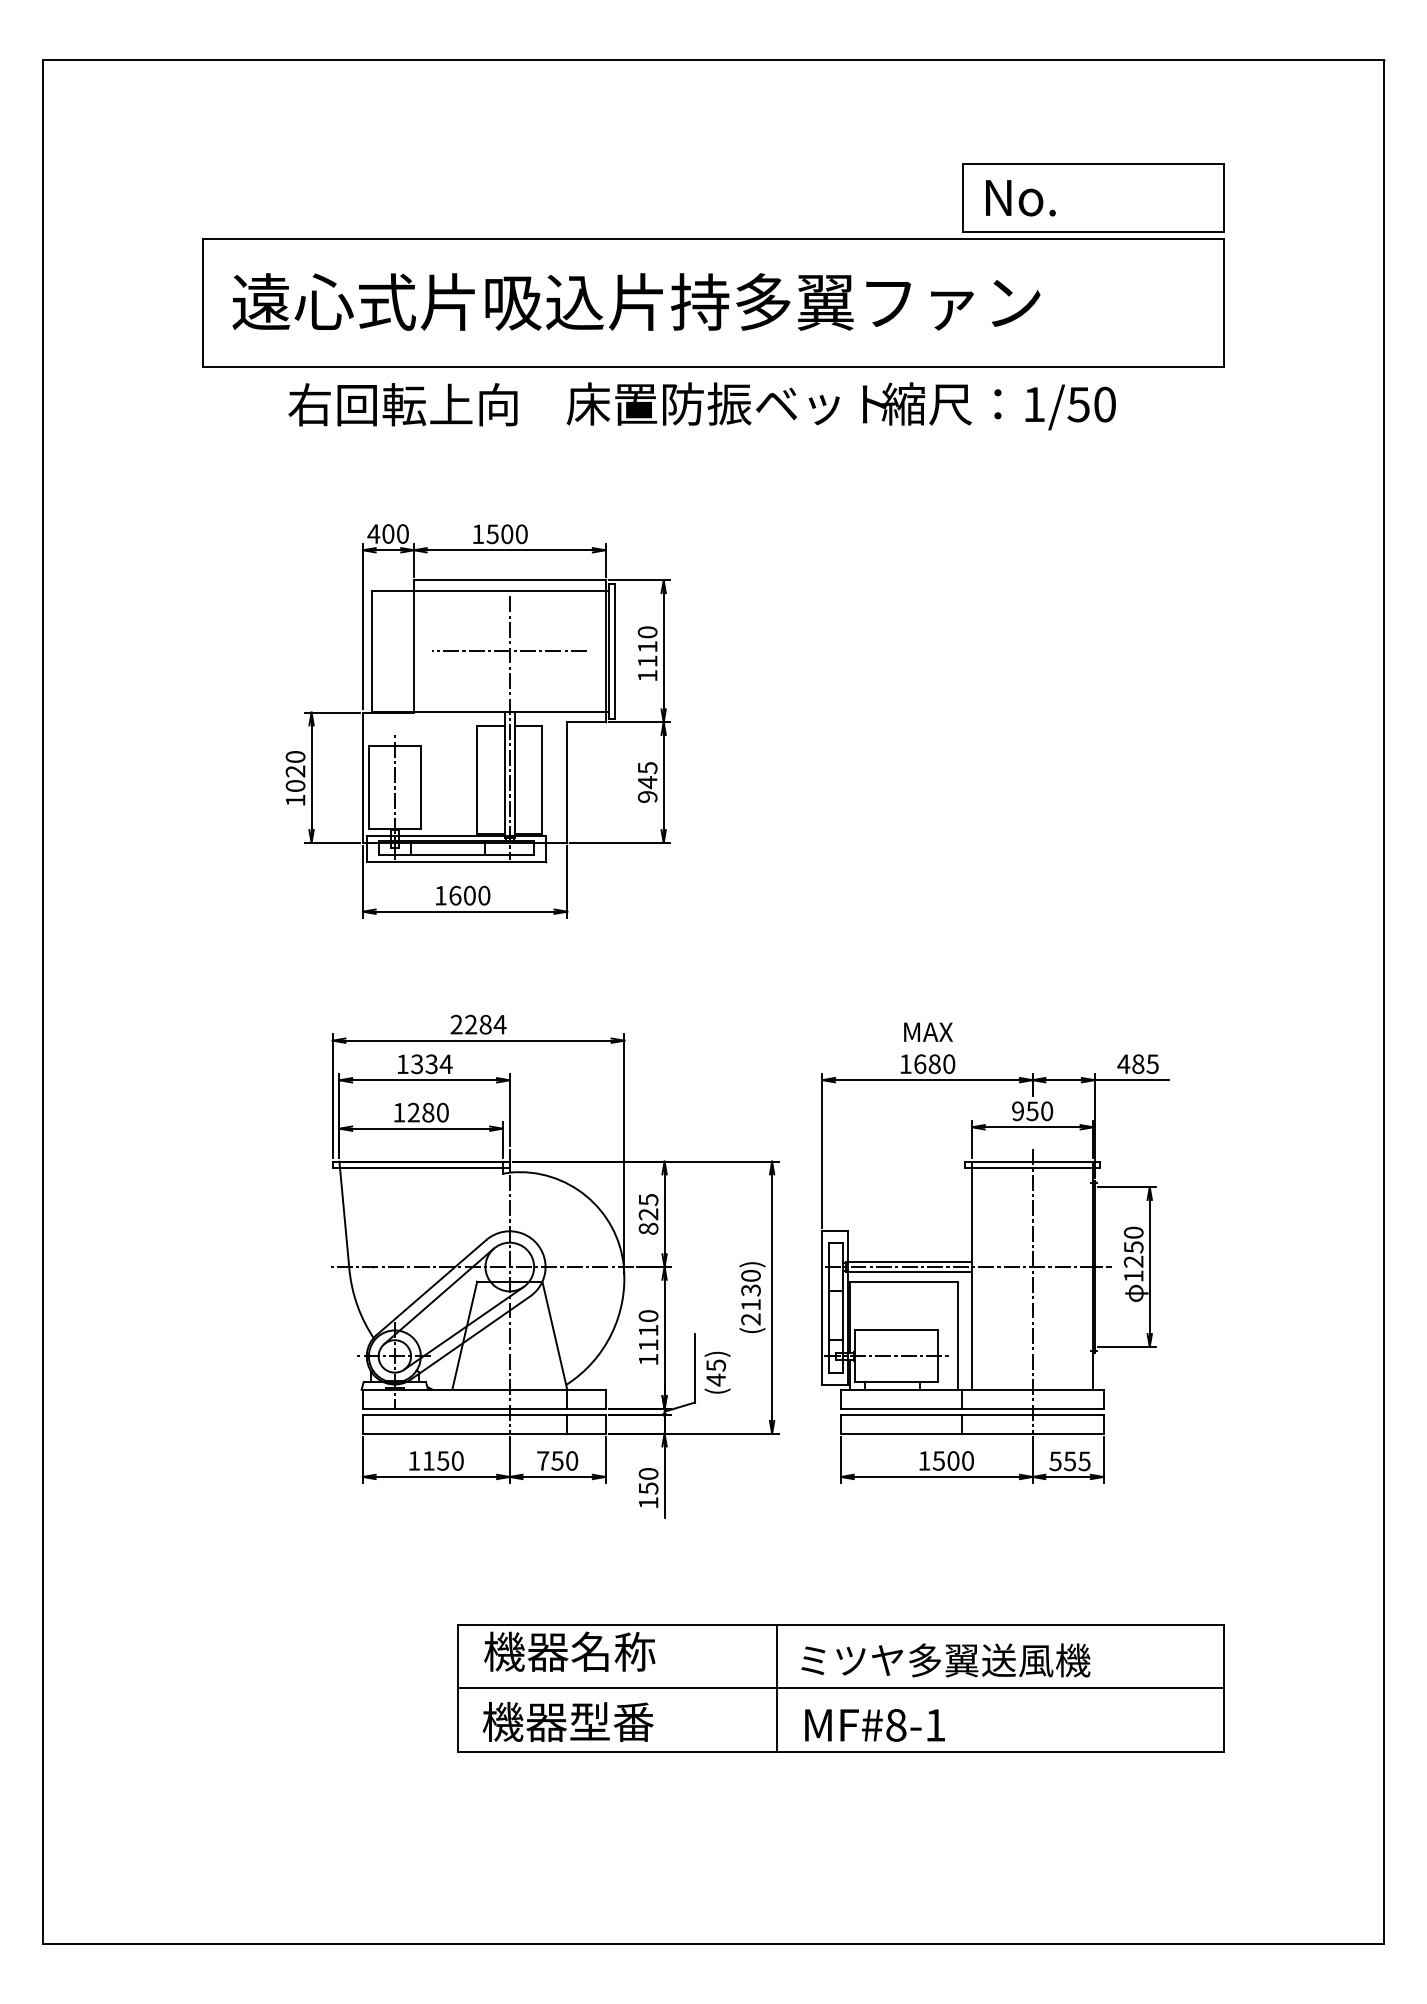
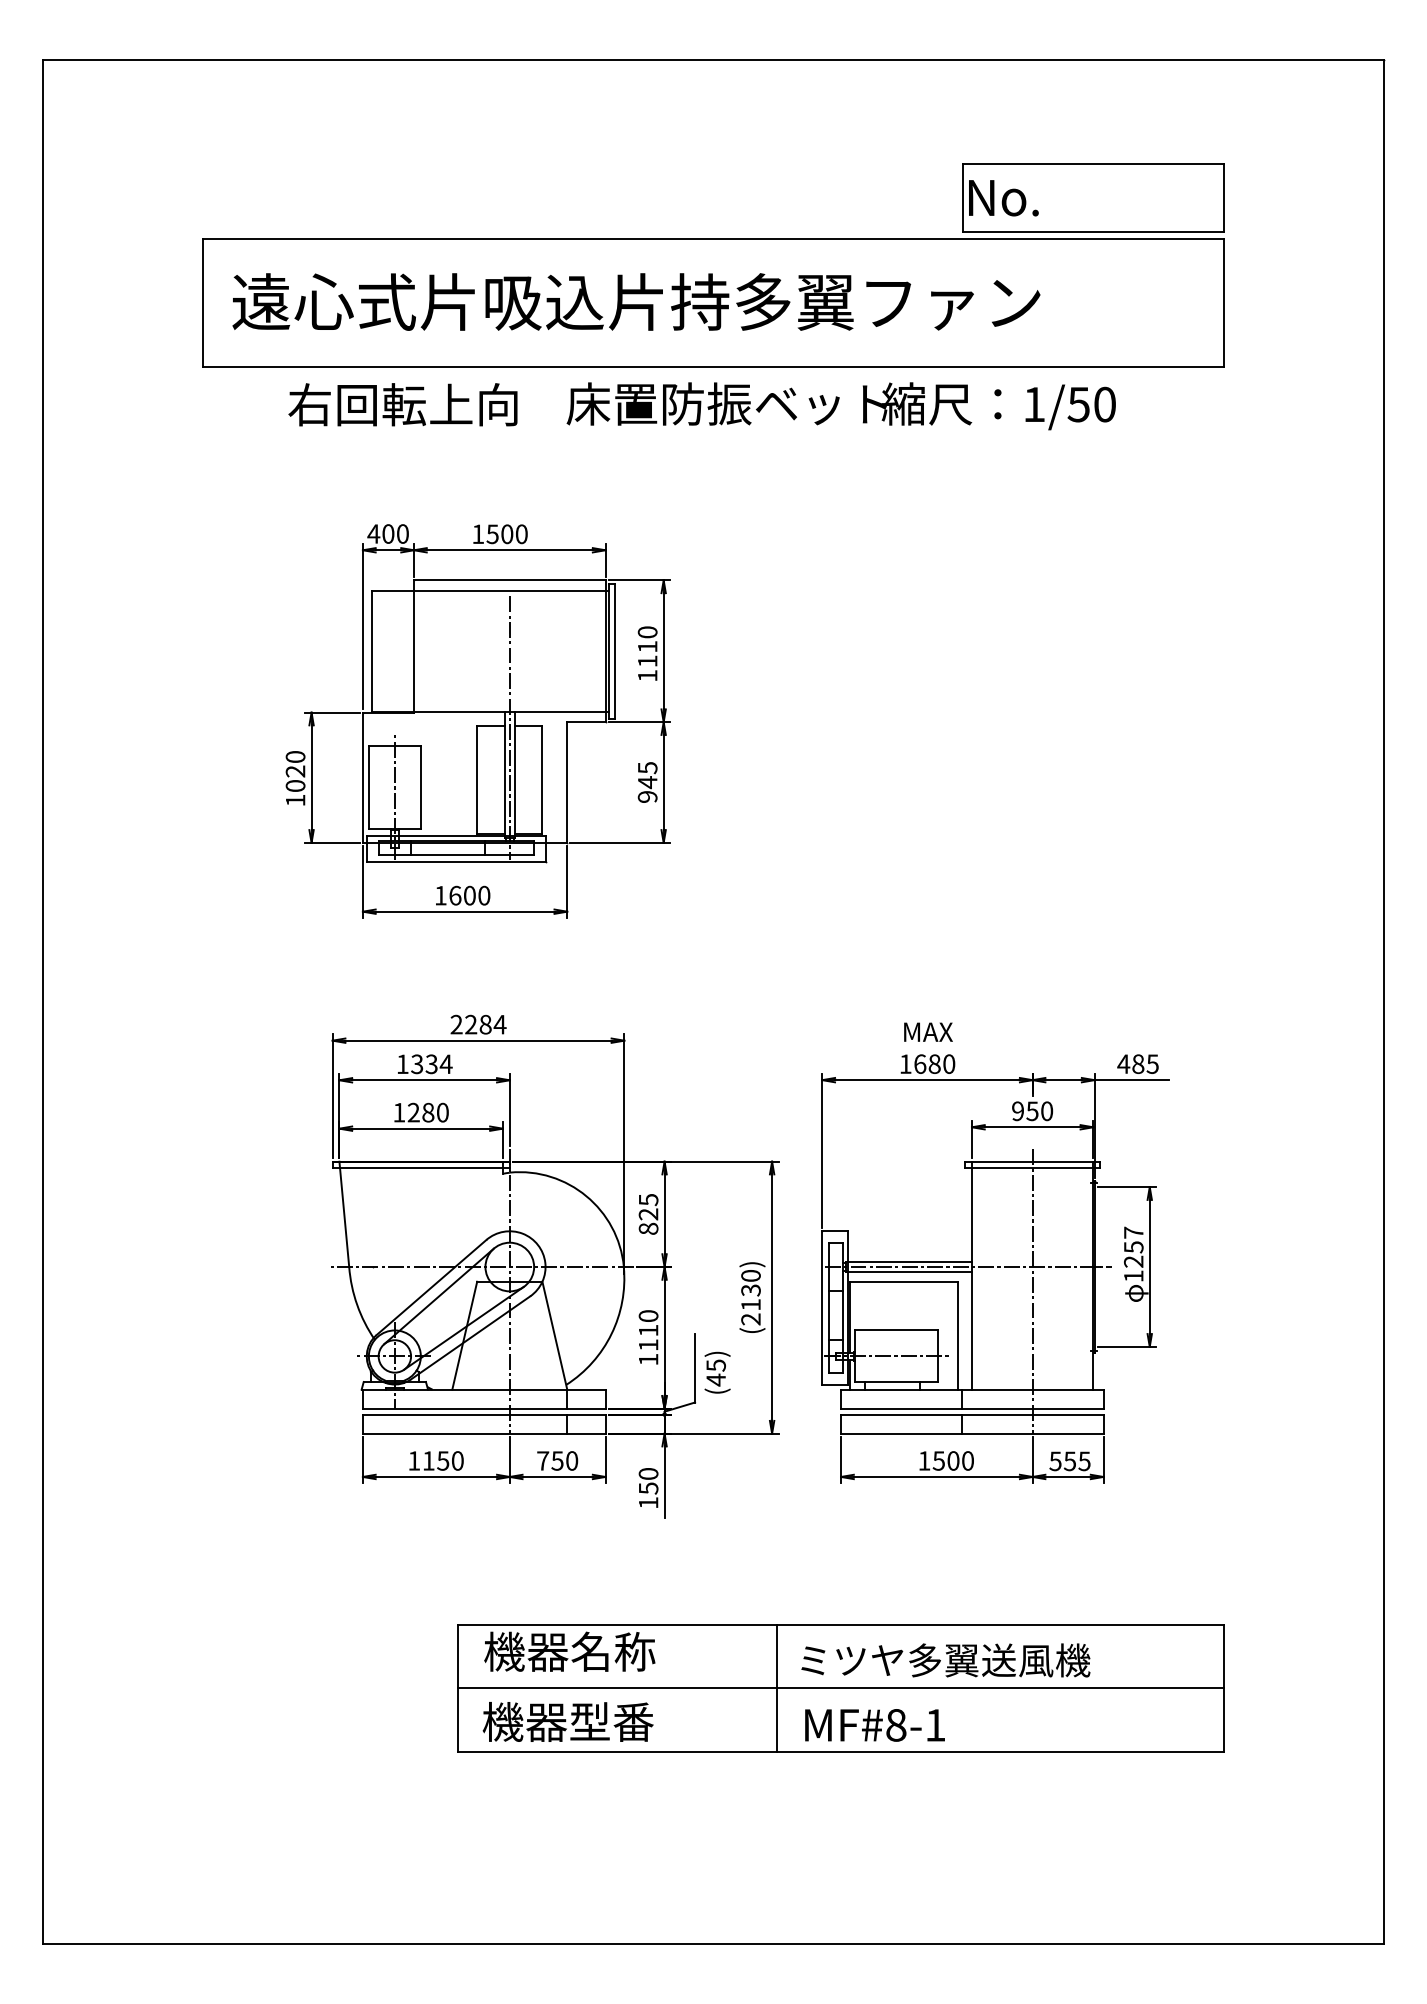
text at (1020, 198) position: (1020, 198) -> (1003, 198)
line at (508, 651): present -> none
text at (1133, 1232): 1250 -> 1257
